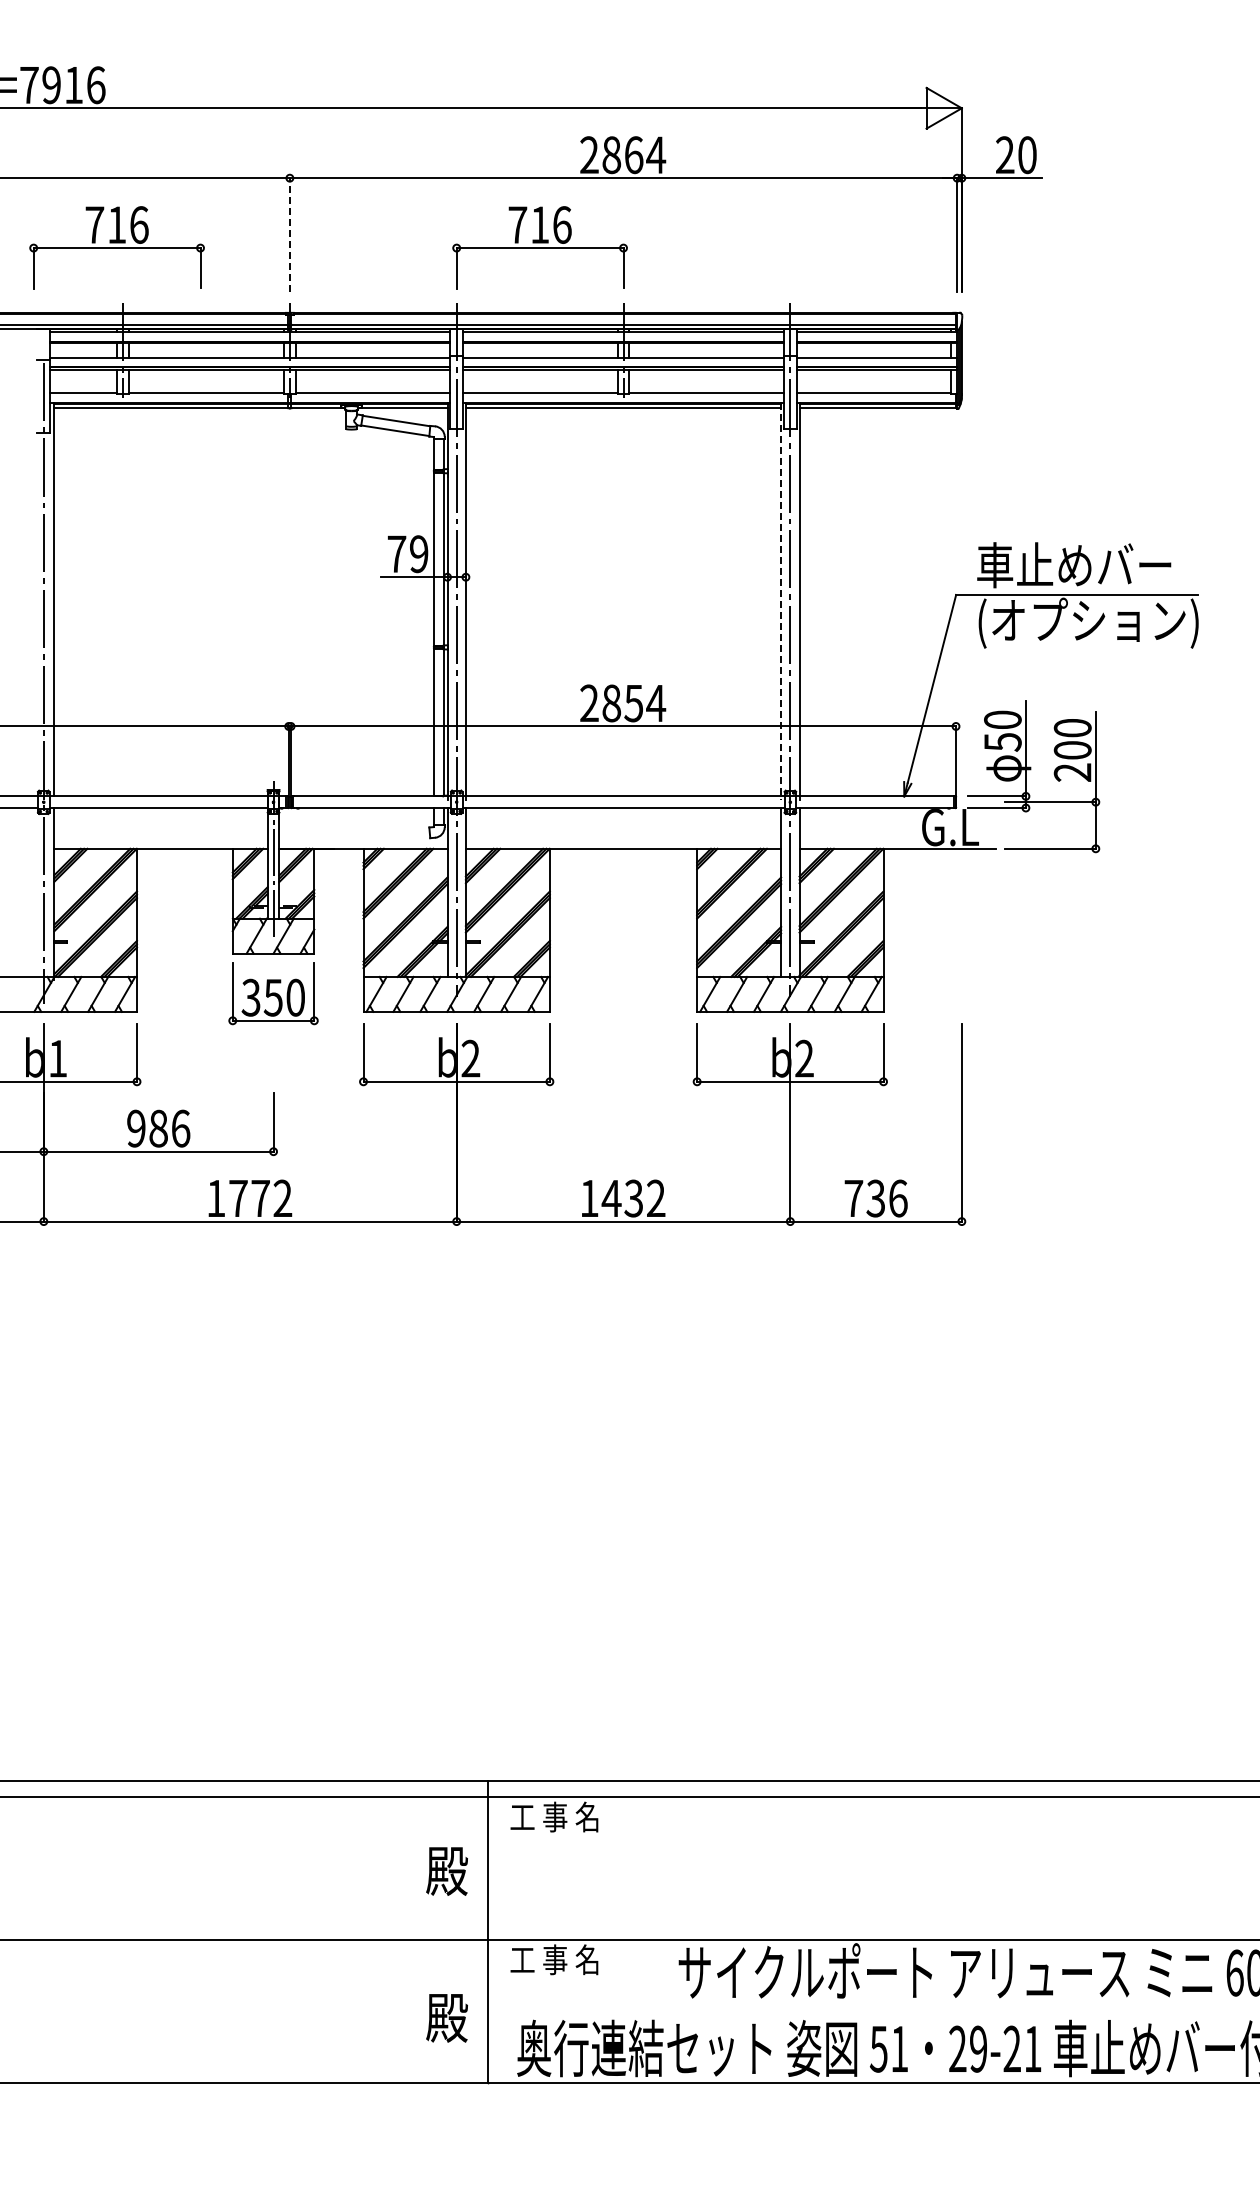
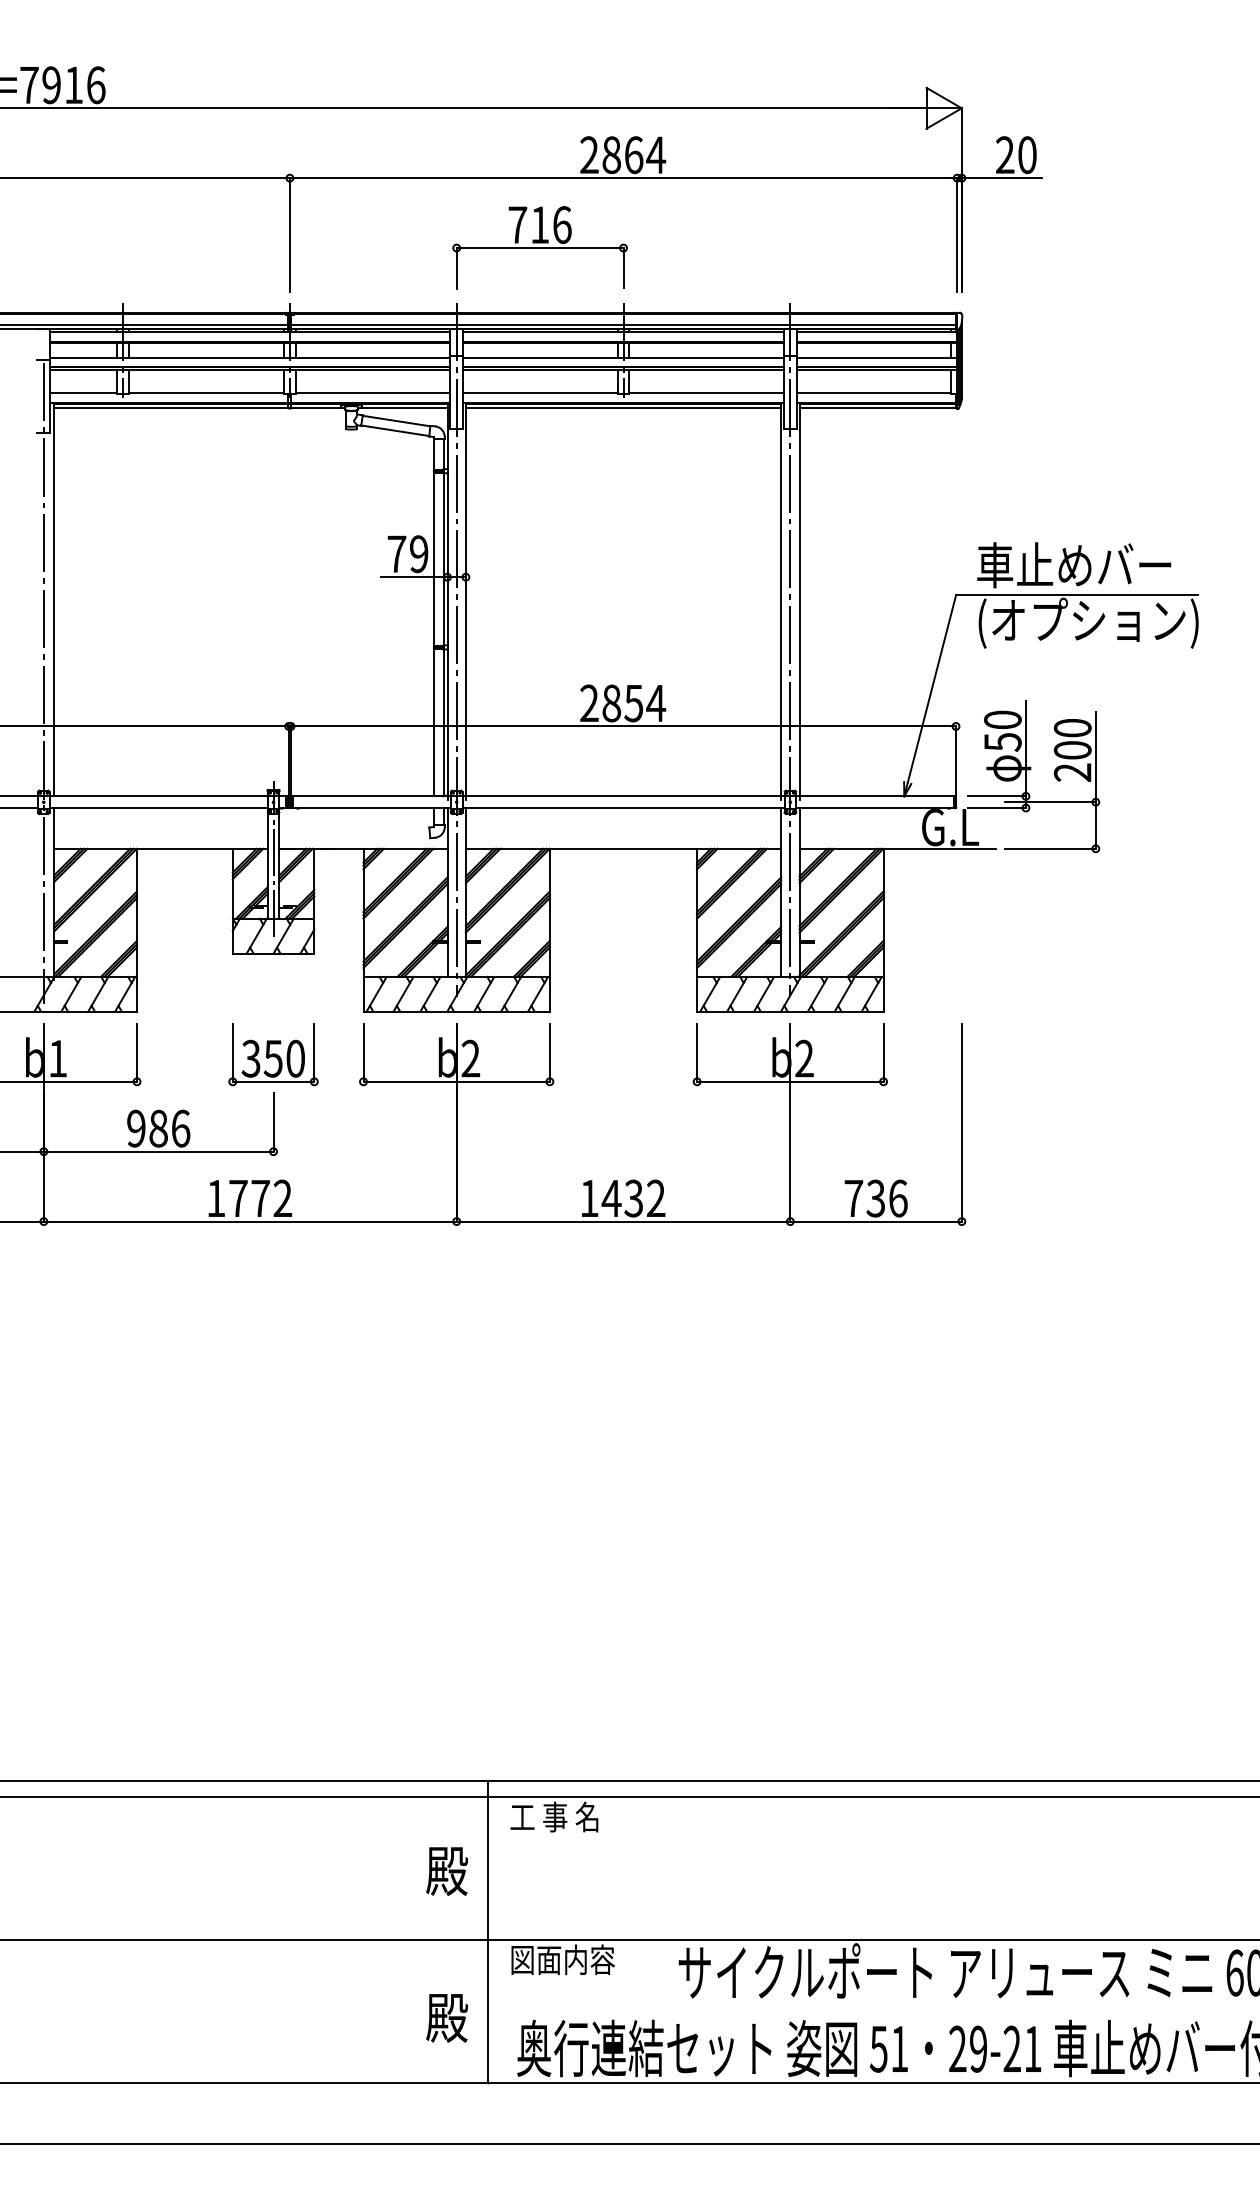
line at (289, 234): dashed -> solid
part at (116, 247): present -> none
line at (781, 601): dashed -> solid
part at (273, 993) position: (273, 993) -> (273, 1054)
text at (562, 1959): 工 事 名 -> 図面内容
line at (629, 2143): none -> present
